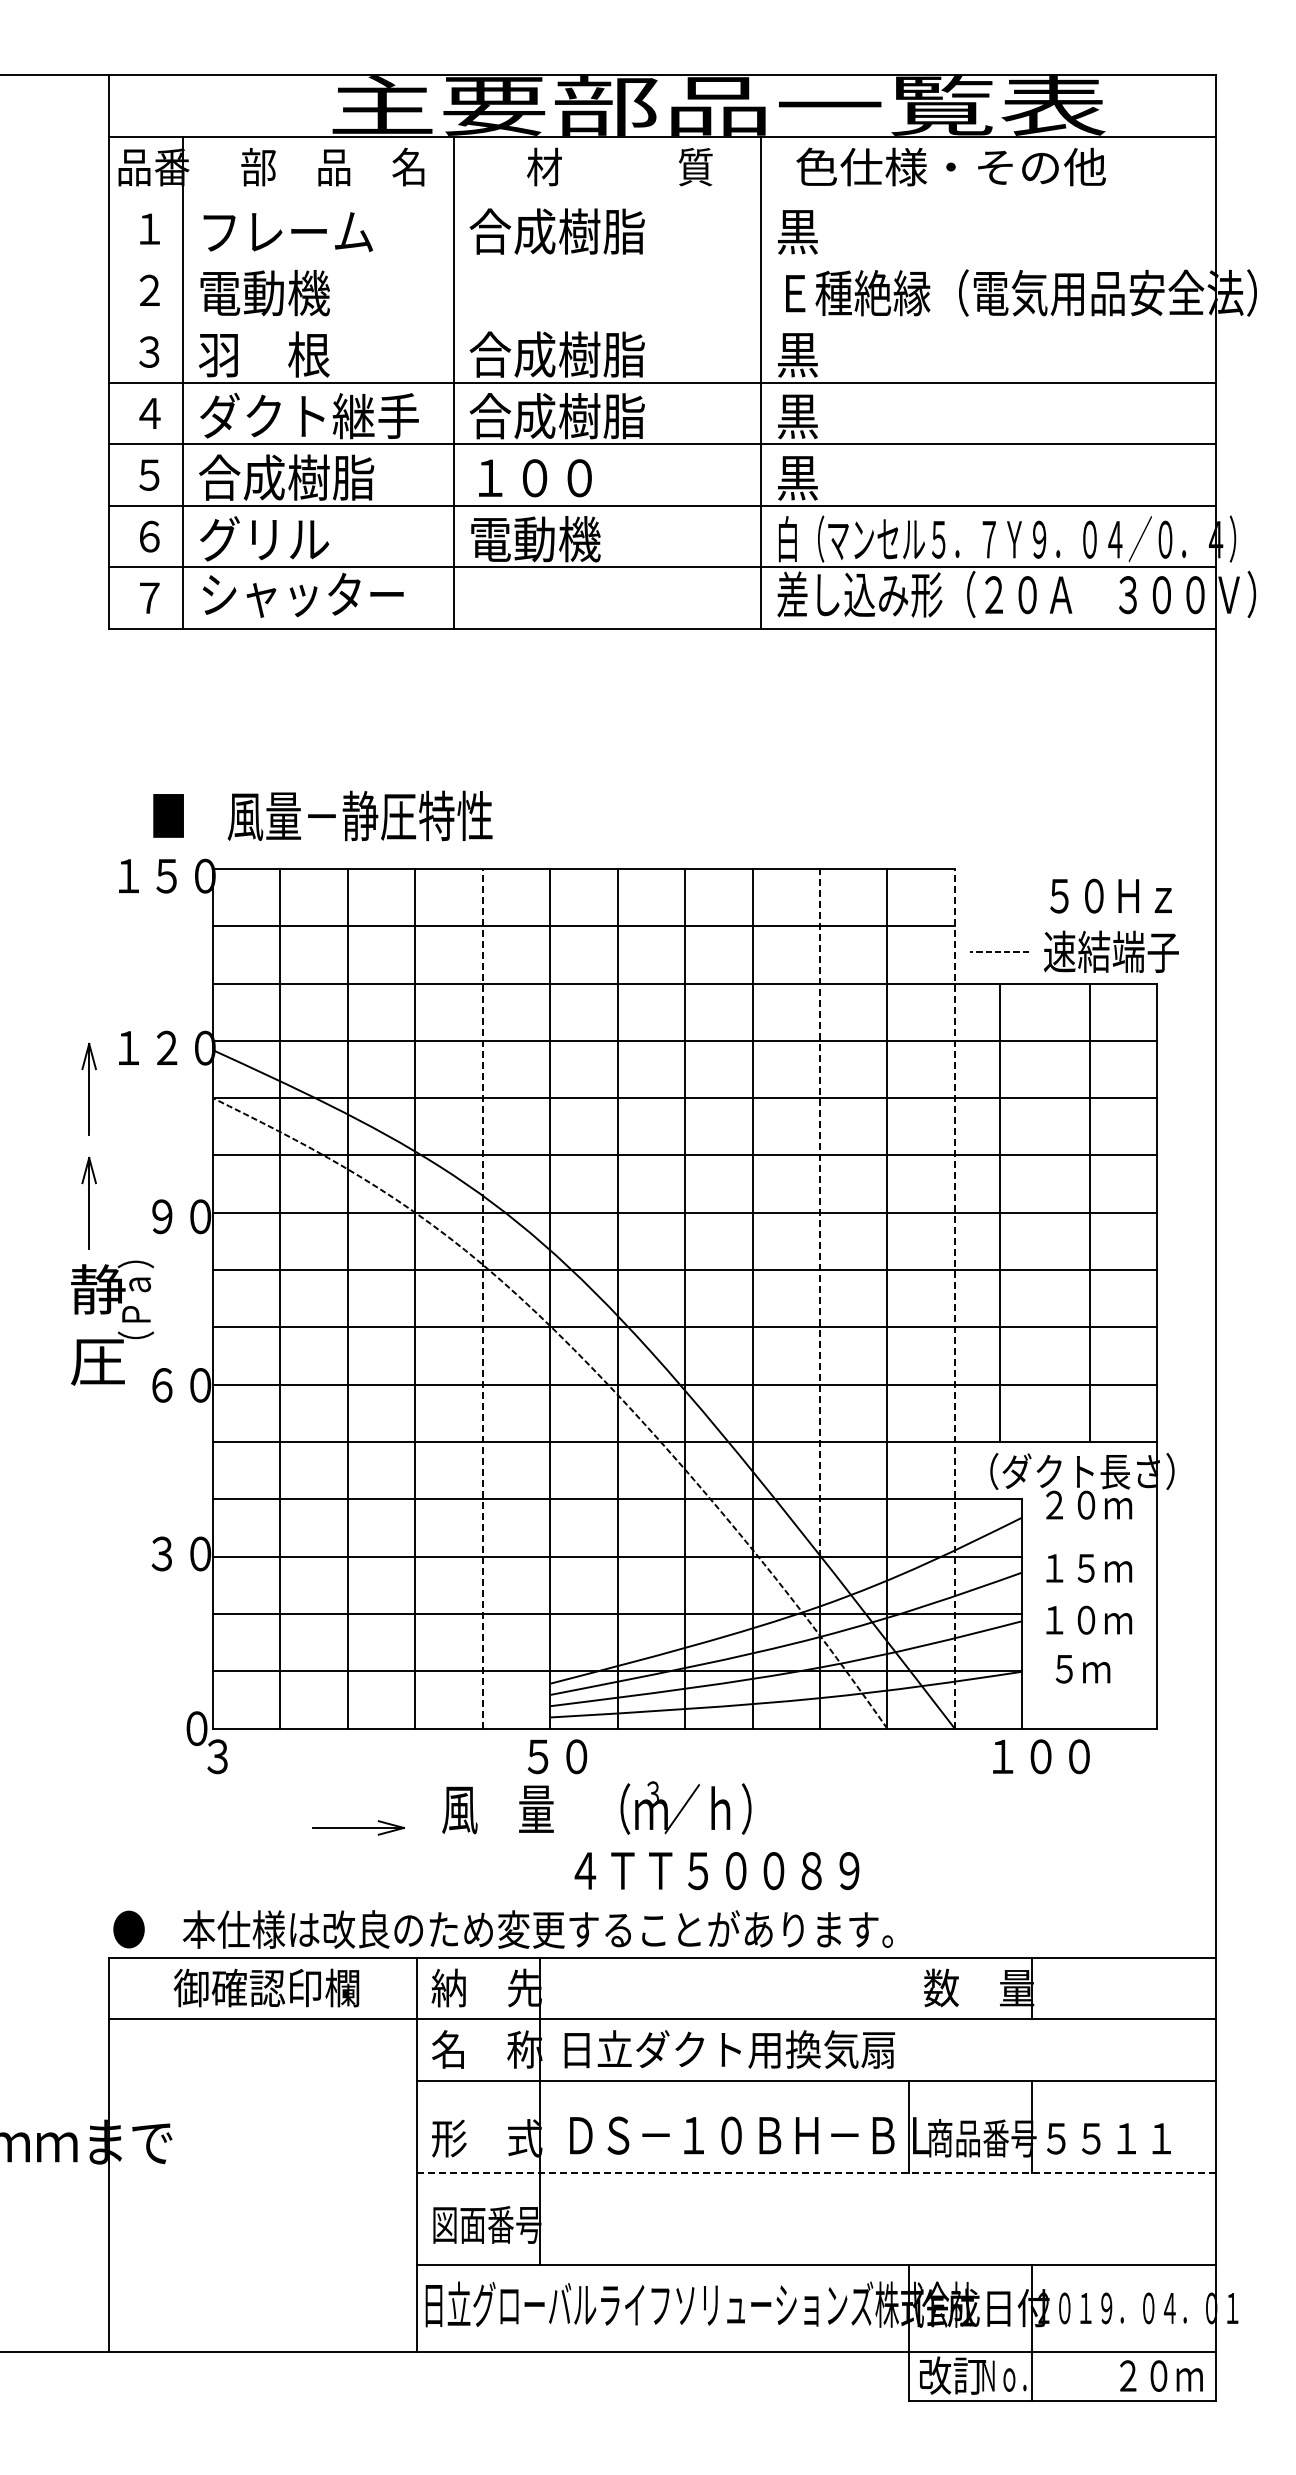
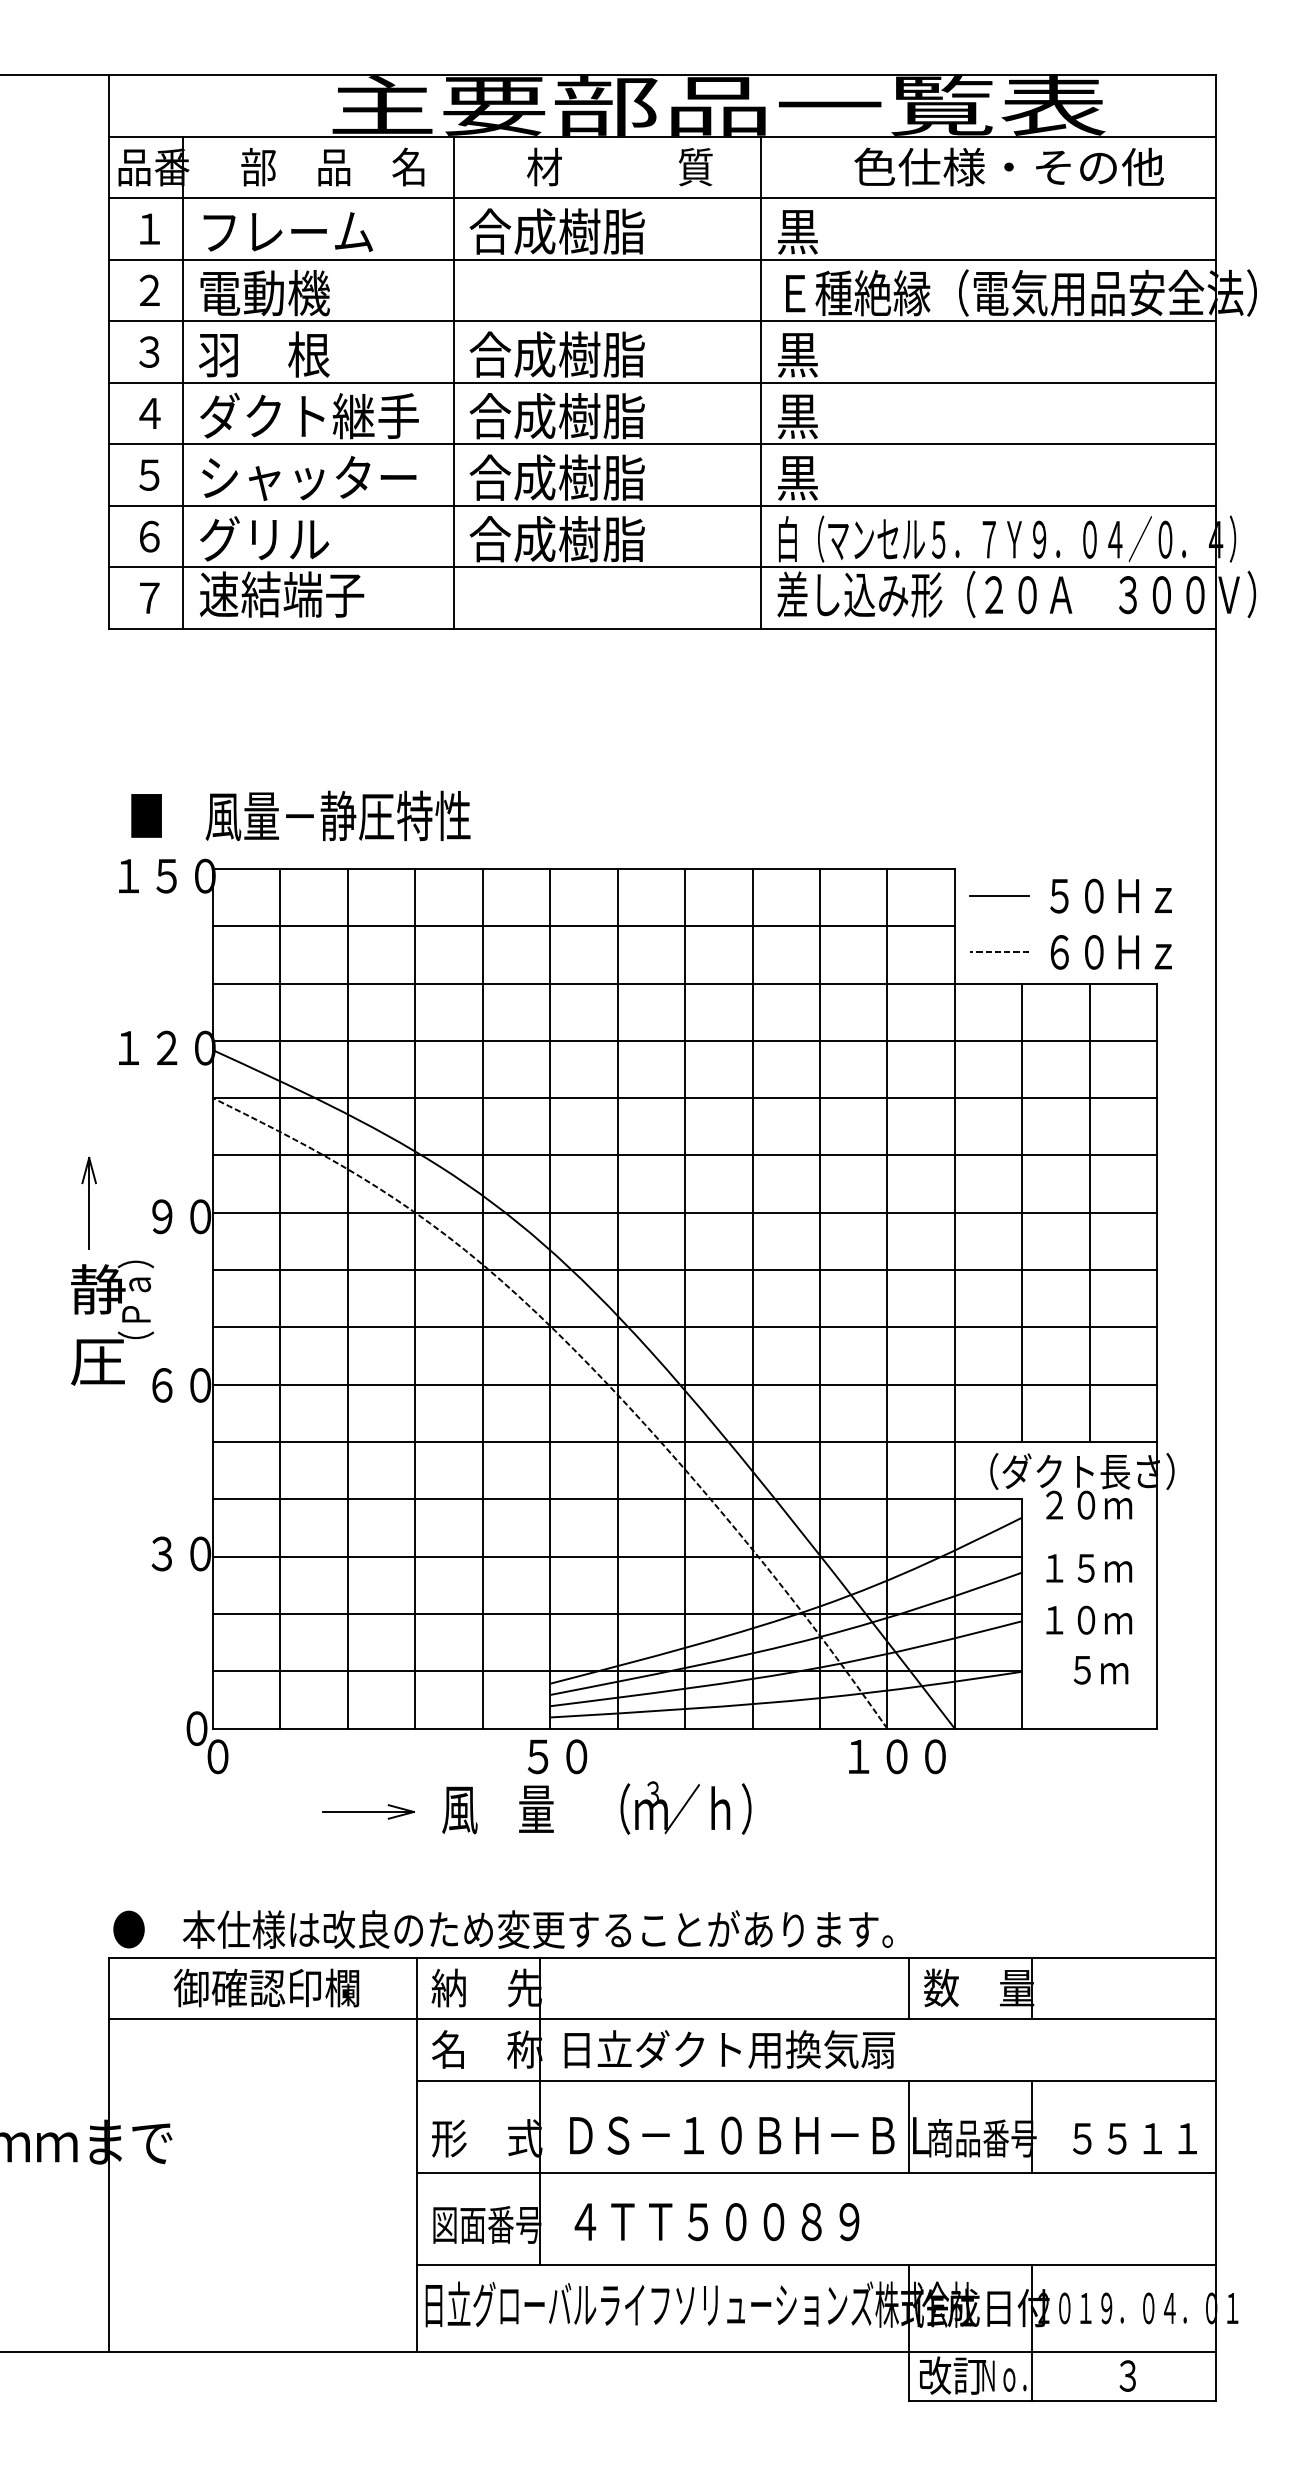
text at (950, 166) position: (950, 166) -> (1008, 166)
line at (662, 198): none -> present
line at (662, 259): none -> present
line at (662, 321): none -> present
text at (307, 477): 合成樹脂 -> シャッター
text at (556, 477): １００ -> 合成樹脂
text at (556, 539): 電動機 -> 合成樹脂
text at (301, 594): シャッター -> 速結端子
text at (322, 815) position: (322, 815) -> (300, 815)
line at (999, 895): none -> present
text at (1111, 951): 速結端子 -> ６０Ｈｚ
part at (88, 1088): present -> none
line at (819, 1212): dashed -> solid
line at (1000, 1212) position: (1000, 1212) -> (1022, 1212)
line at (482, 1298): dashed -> solid
line at (954, 1298): dashed -> solid
text at (1083, 1669) position: (1083, 1669) -> (1101, 1670)
text at (217, 1756): ３ -> ０
text at (1041, 1756) position: (1041, 1756) -> (897, 1756)
part at (358, 1827) position: (358, 1827) -> (368, 1811)
text at (716, 1871) position: (716, 1871) -> (716, 2222)
line at (908, 1988): none -> present
text at (1108, 2138) position: (1108, 2138) -> (1134, 2138)
line at (816, 2173): dashed -> solid
text at (1160, 2375): ２０ｍ -> ３
